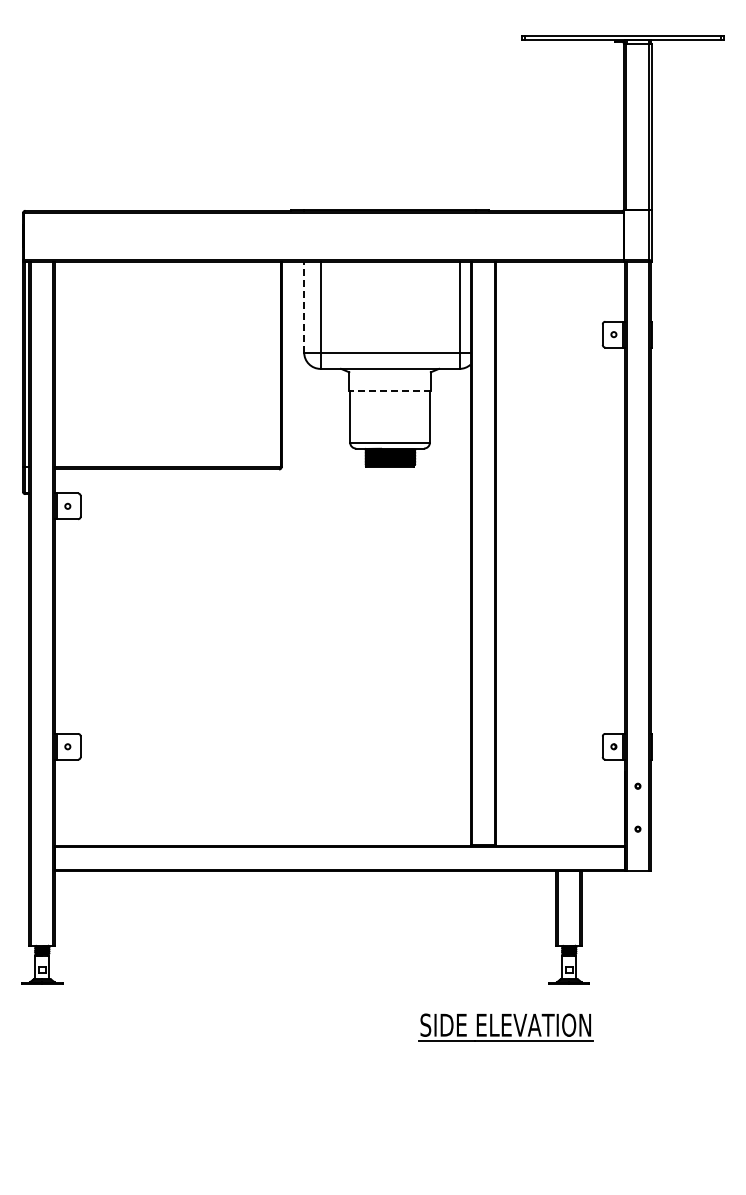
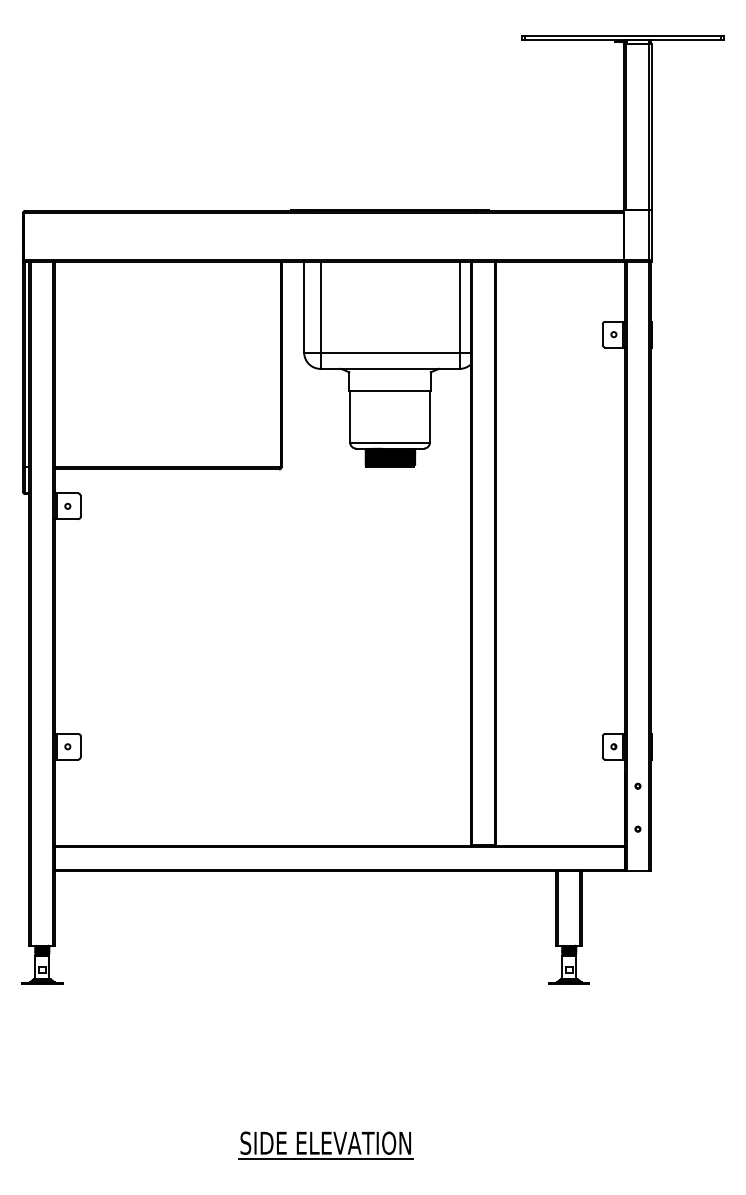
line at (304, 306): dashed -> solid
line at (390, 391): dashed -> solid
part at (505, 1027) position: (505, 1027) -> (325, 1145)
